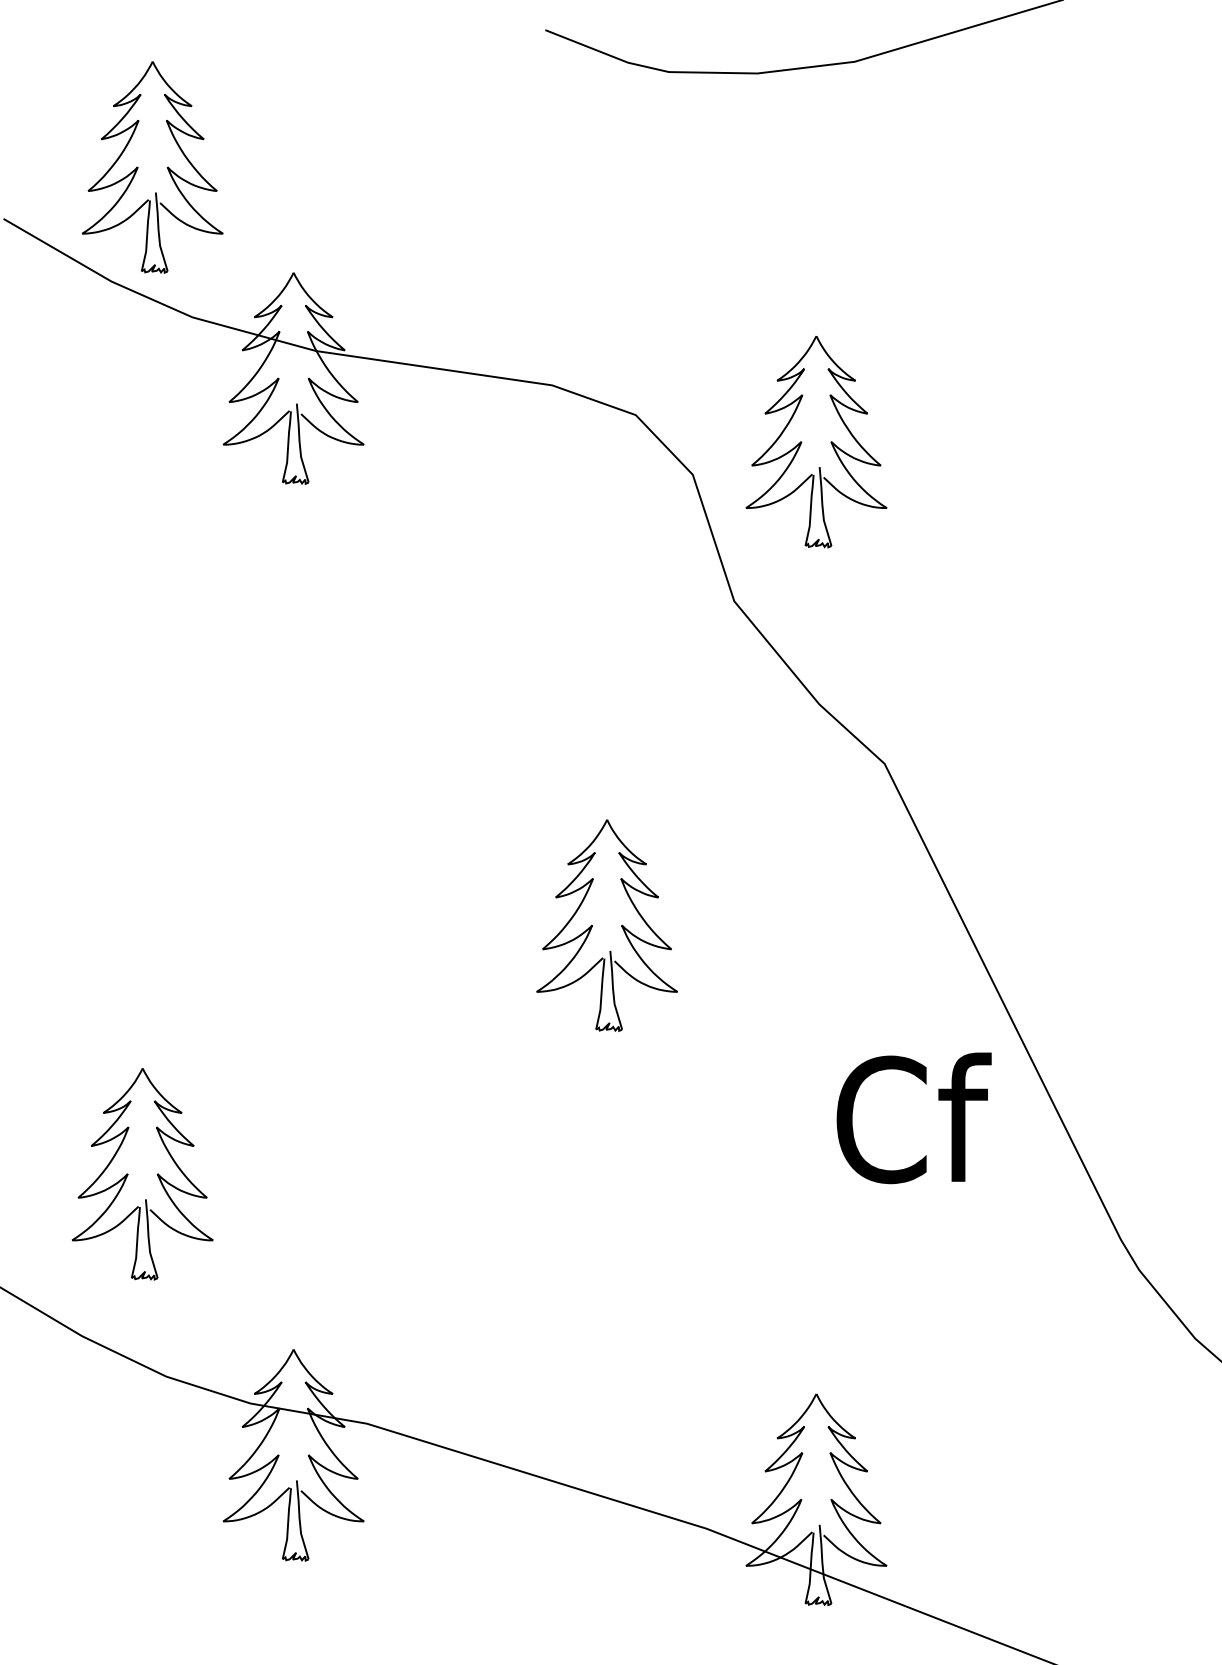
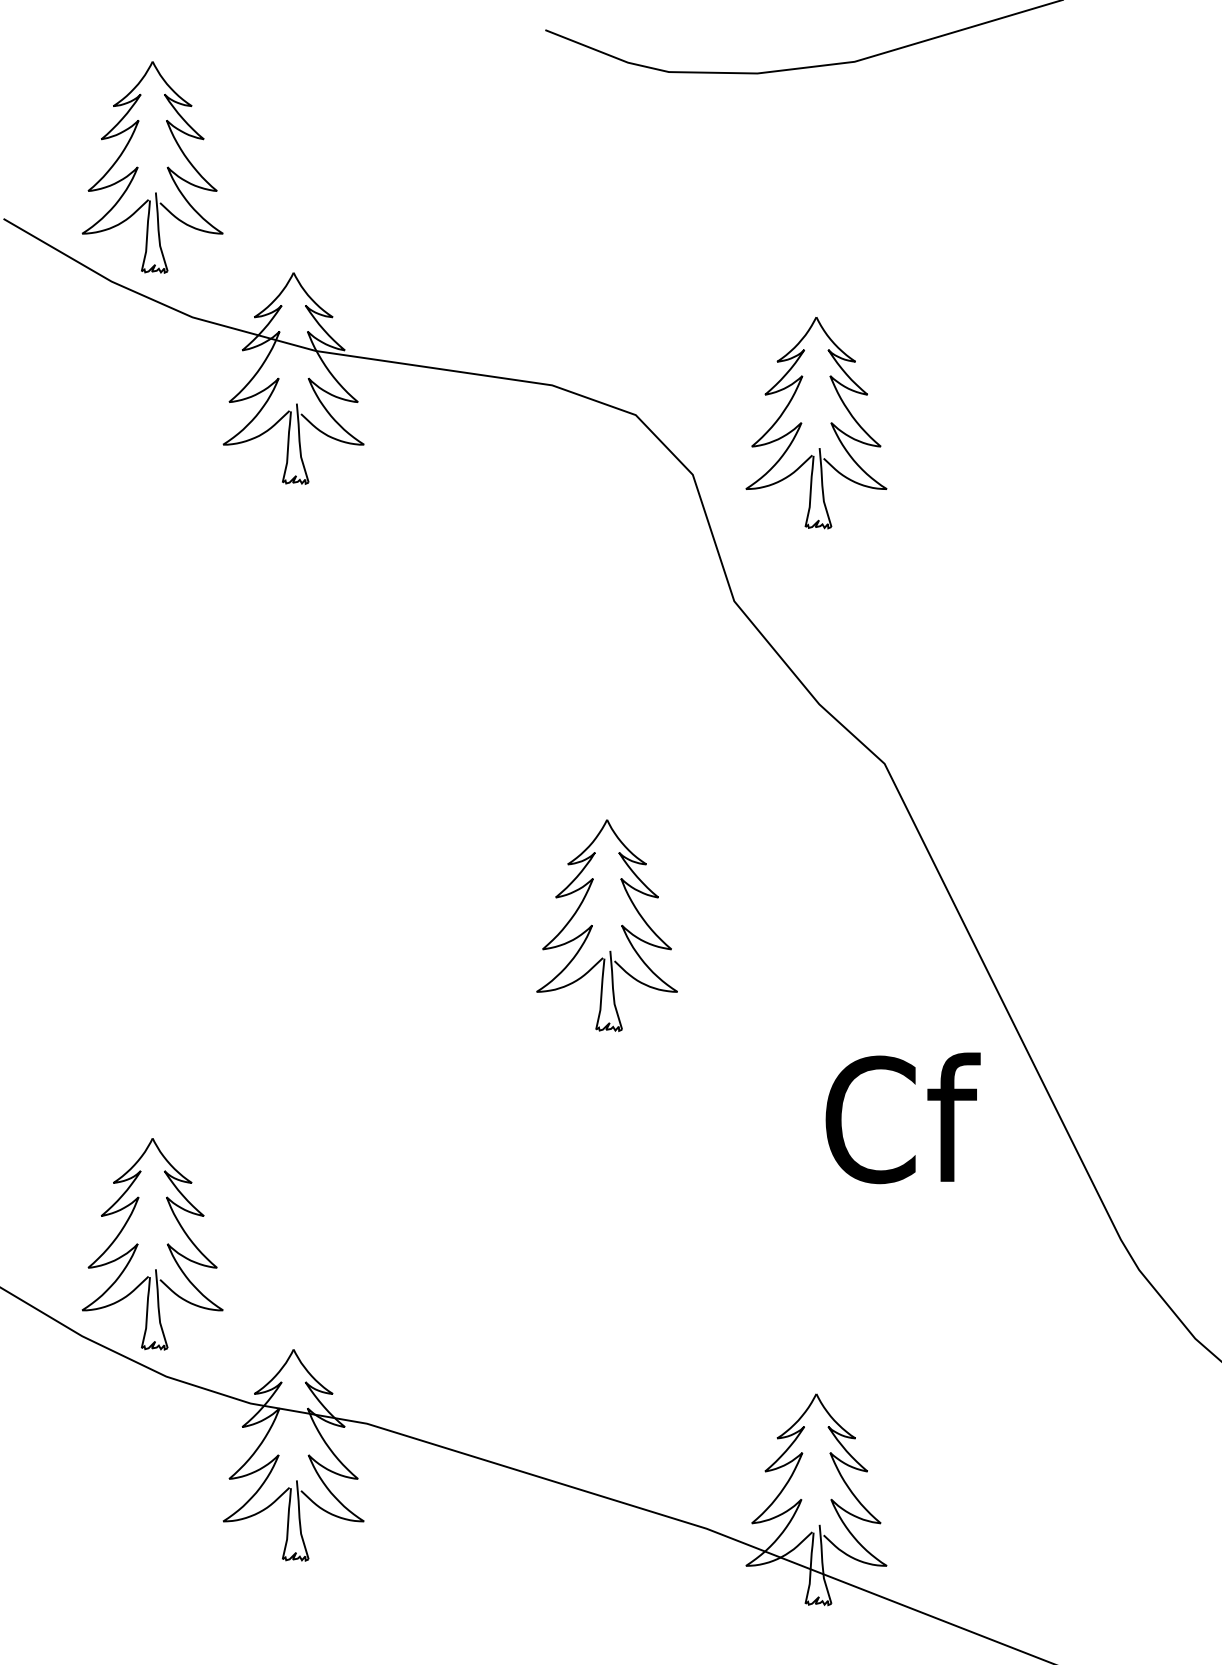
part at (802, 442) position: (802, 442) -> (802, 423)
text at (913, 1118) position: (913, 1118) -> (902, 1118)
part at (128, 1174) position: (128, 1174) -> (138, 1244)
